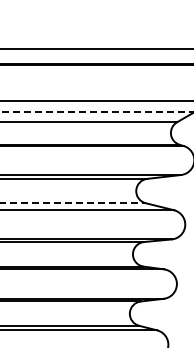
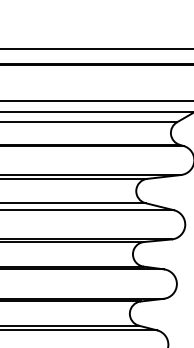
line at (96, 111): dashed -> solid
line at (72, 203): dashed -> solid
